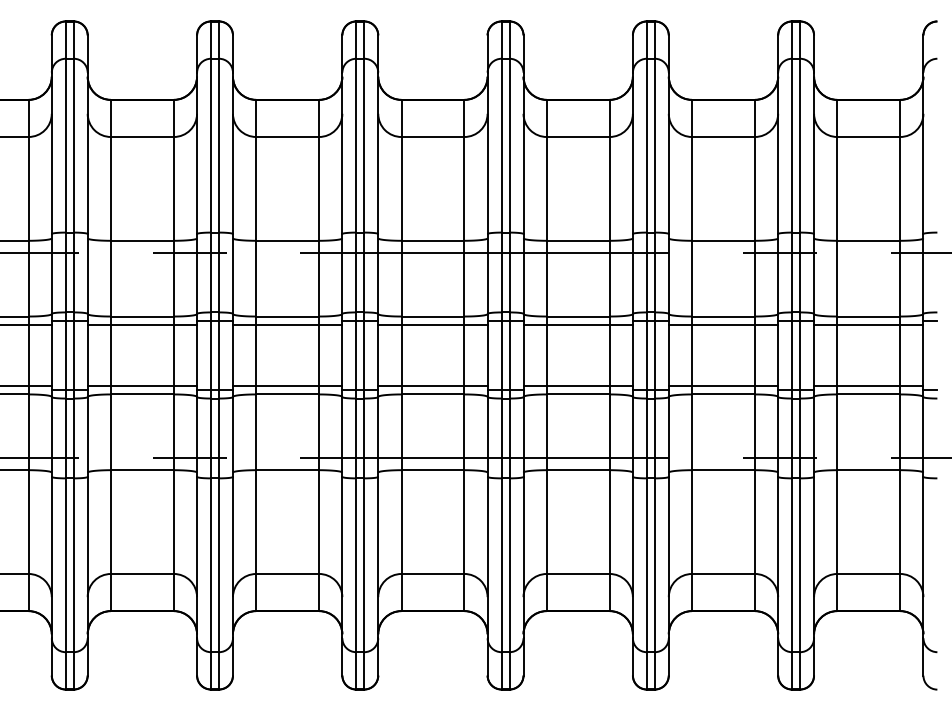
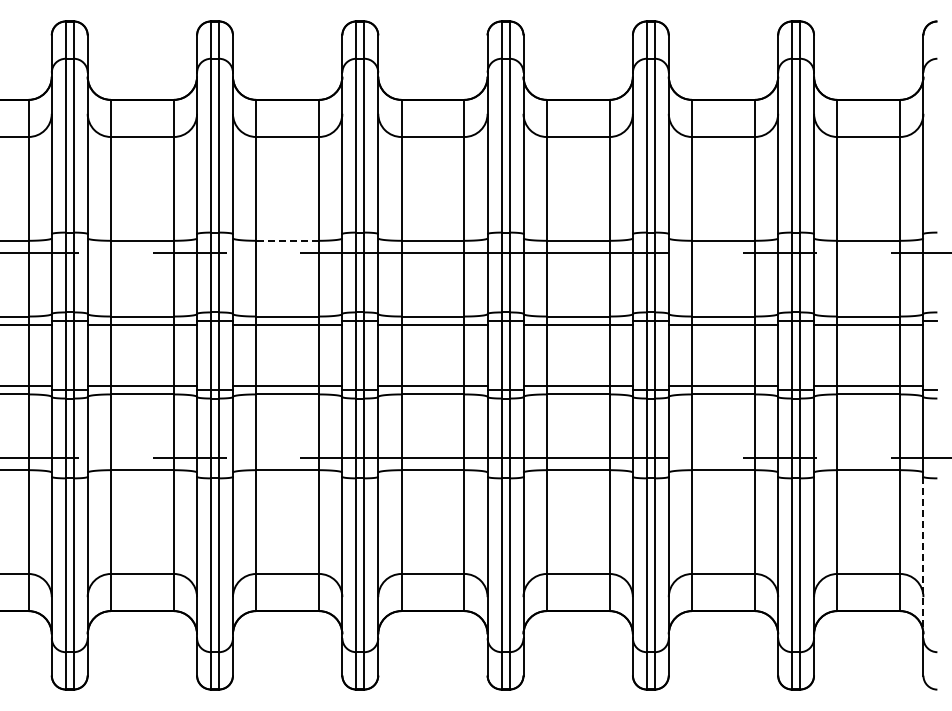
line at (287, 240): solid -> dashed
line at (923, 557): solid -> dashed
